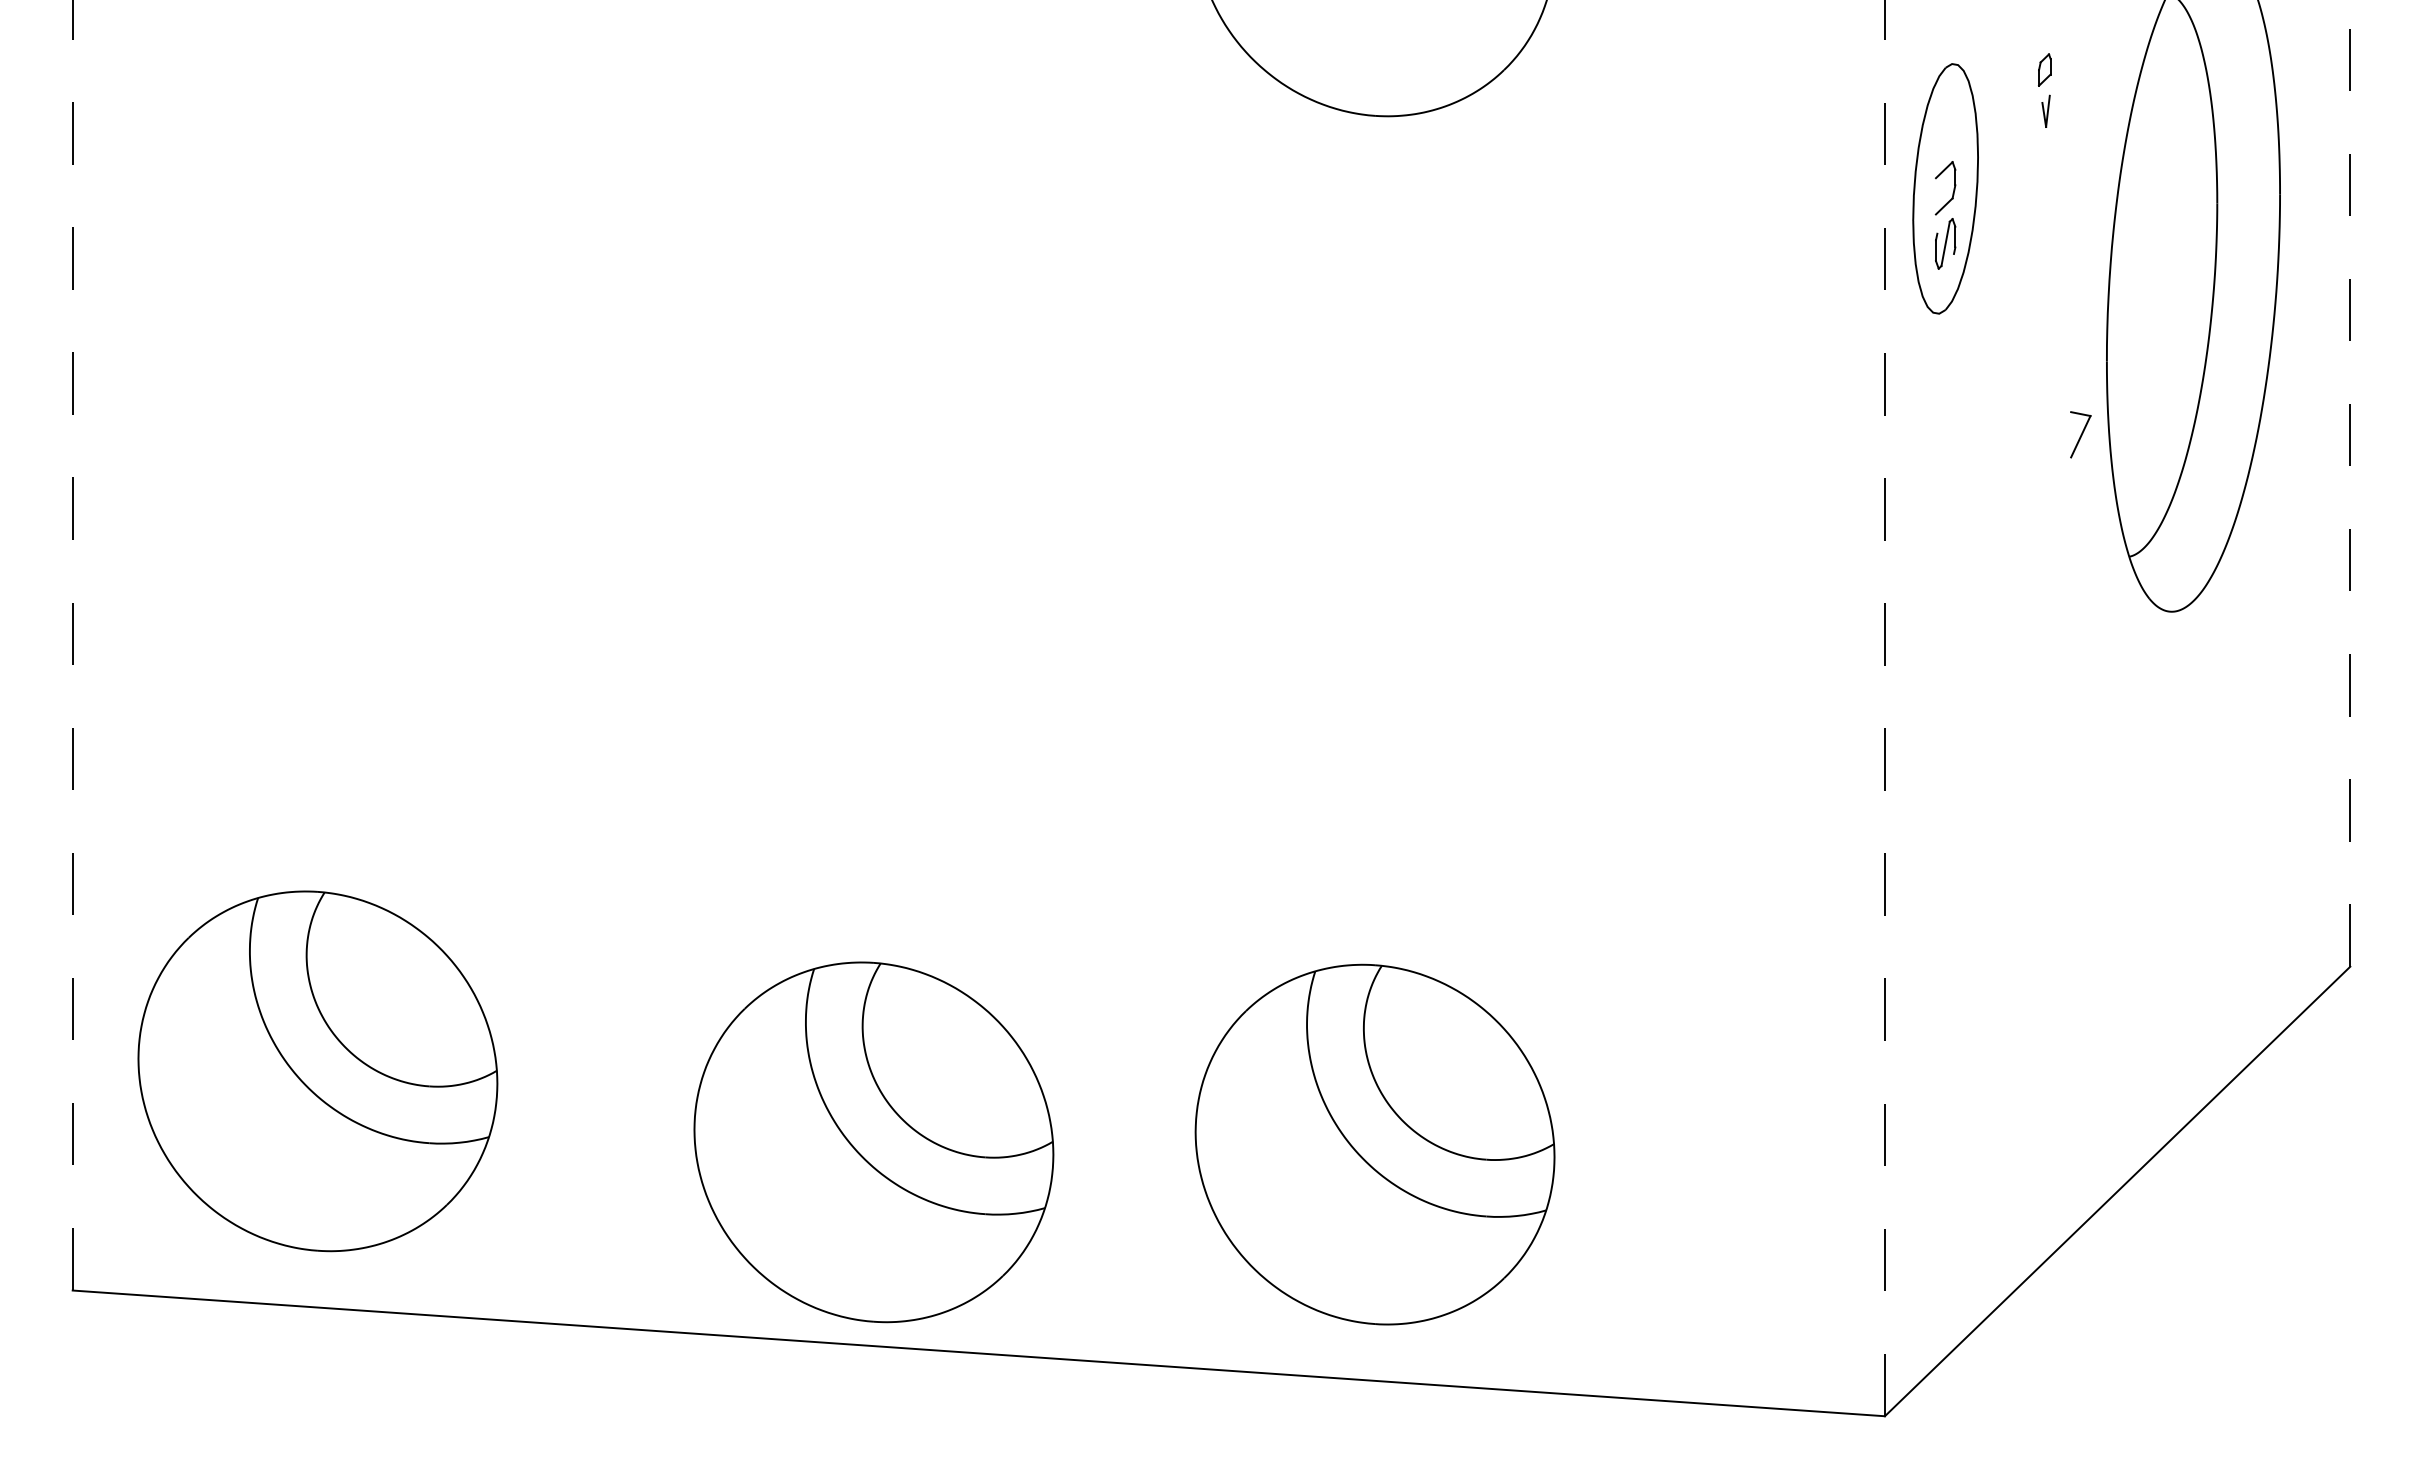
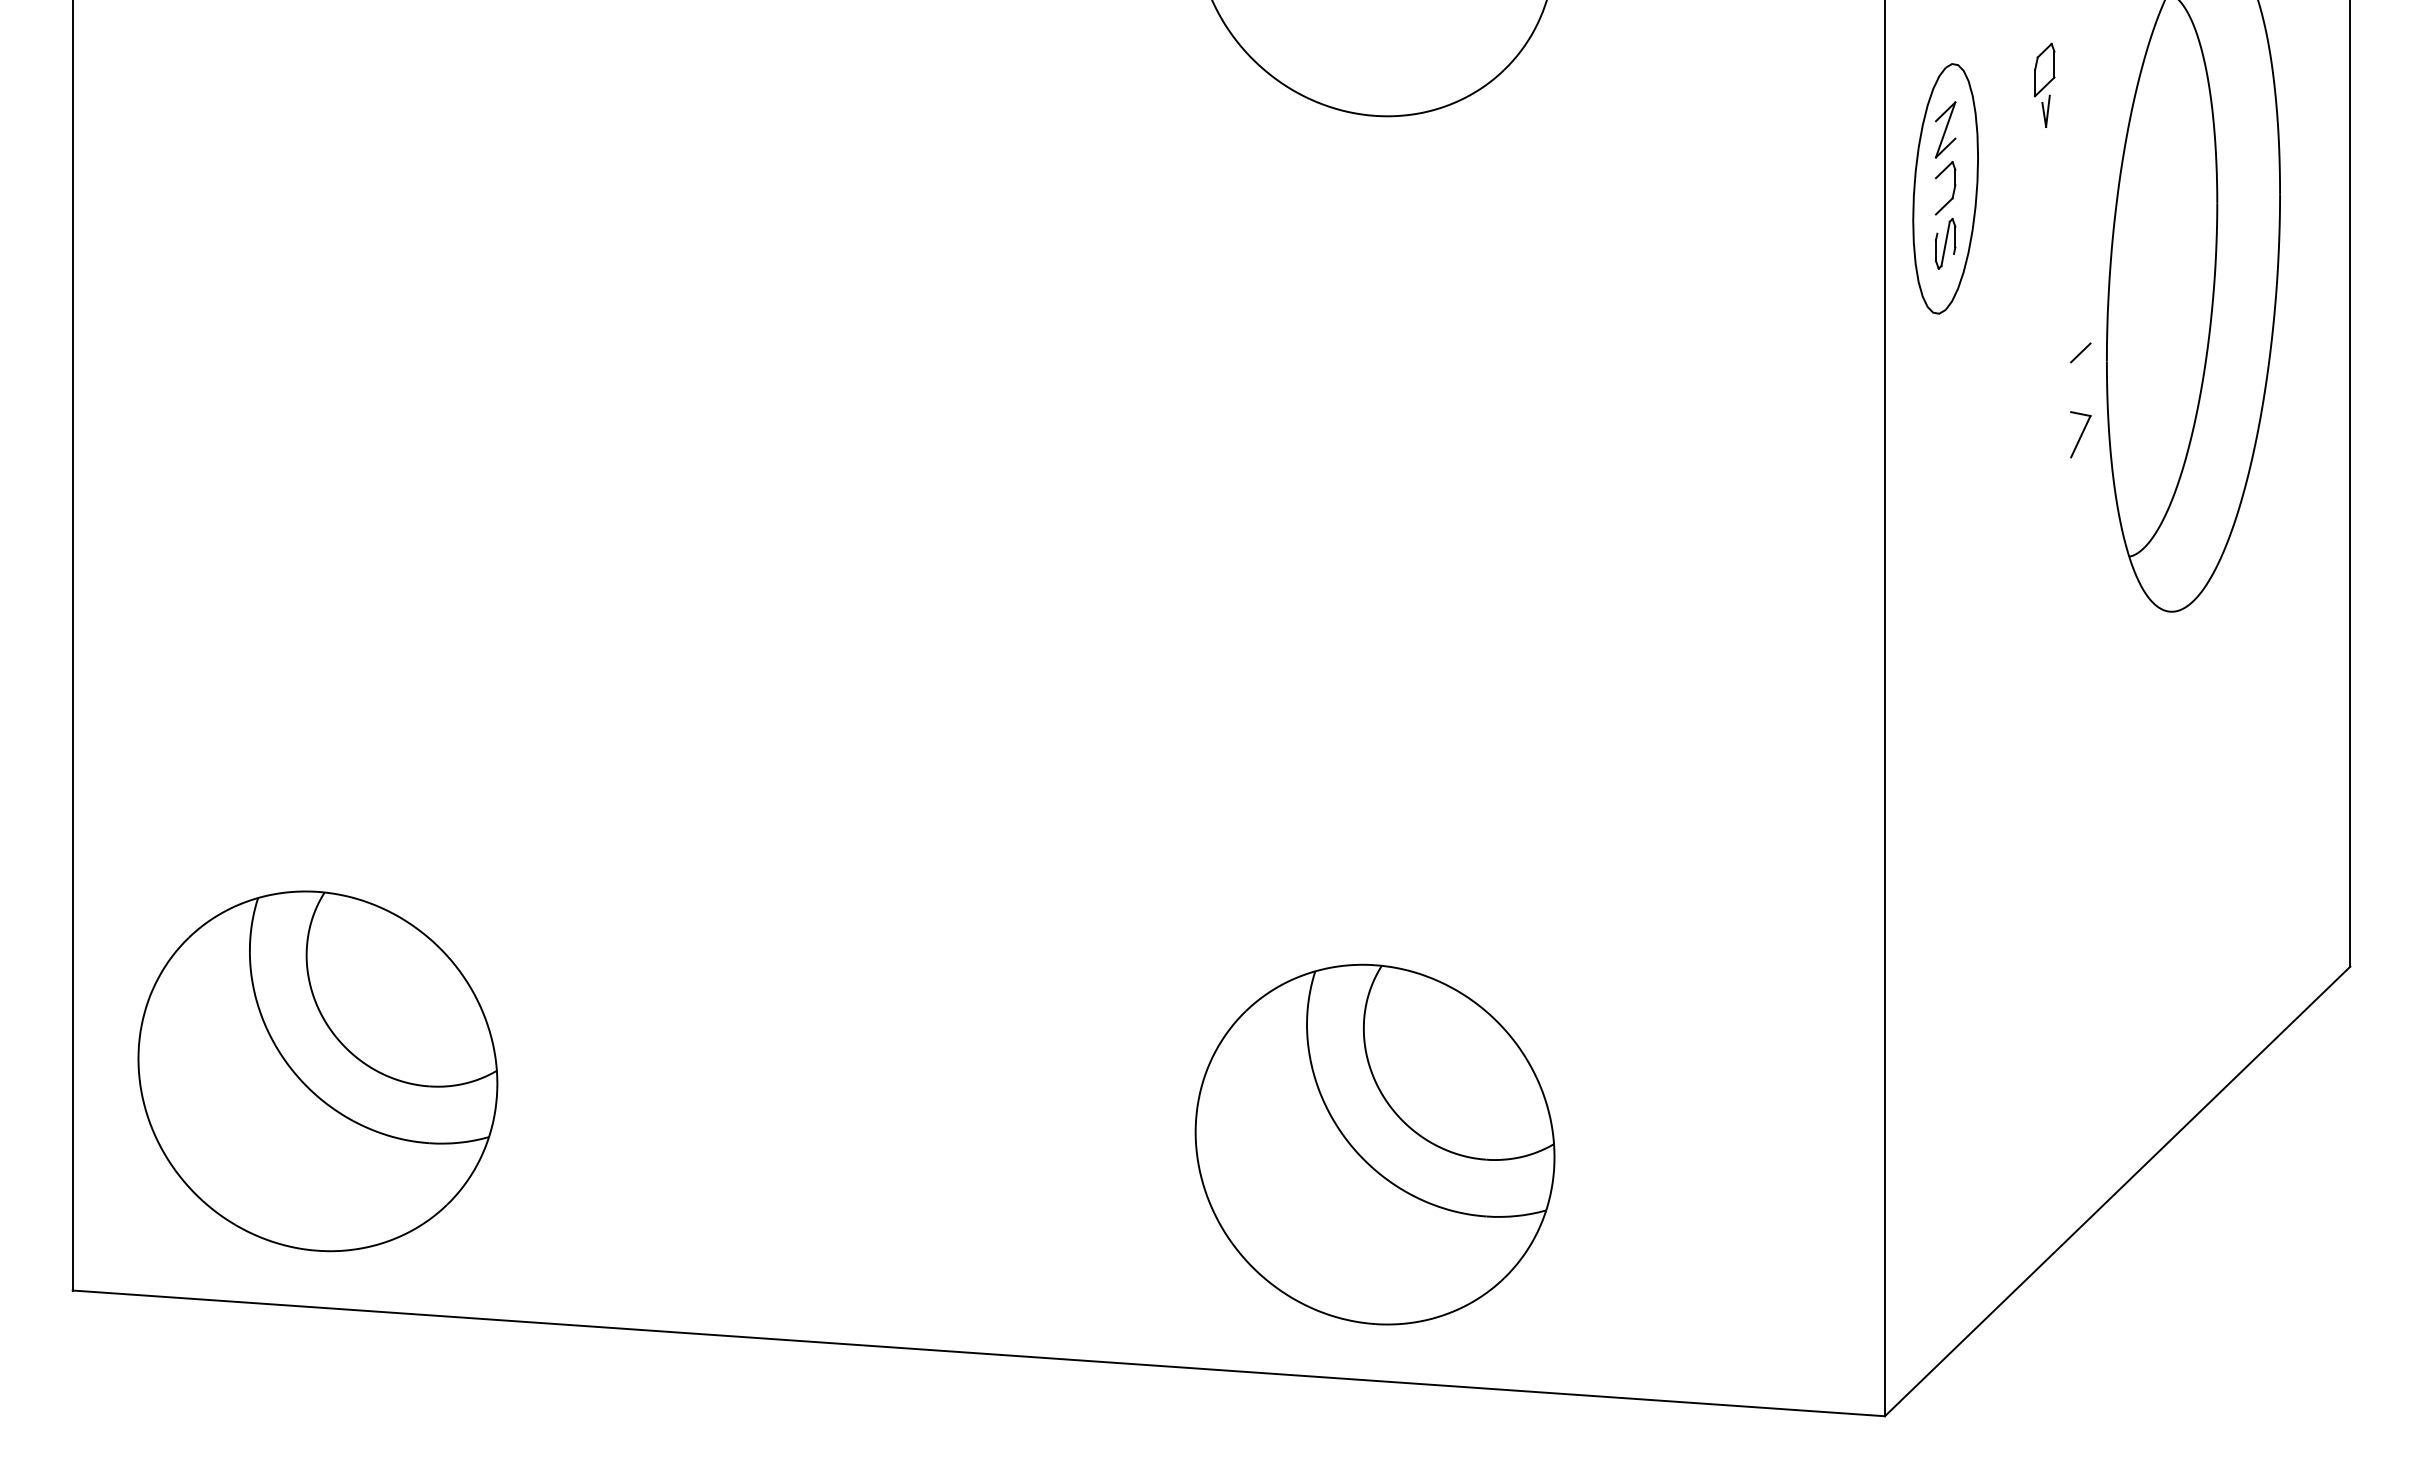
part at (2044, 69) size: 14x34 px -> 22x56 px
part at (1945, 129): none -> present
line at (2080, 352): none -> present
line at (2350, 483): dashed -> solid
line at (72, 645): dashed -> solid
line at (1884, 708): dashed -> solid
part at (873, 1142): present -> none
